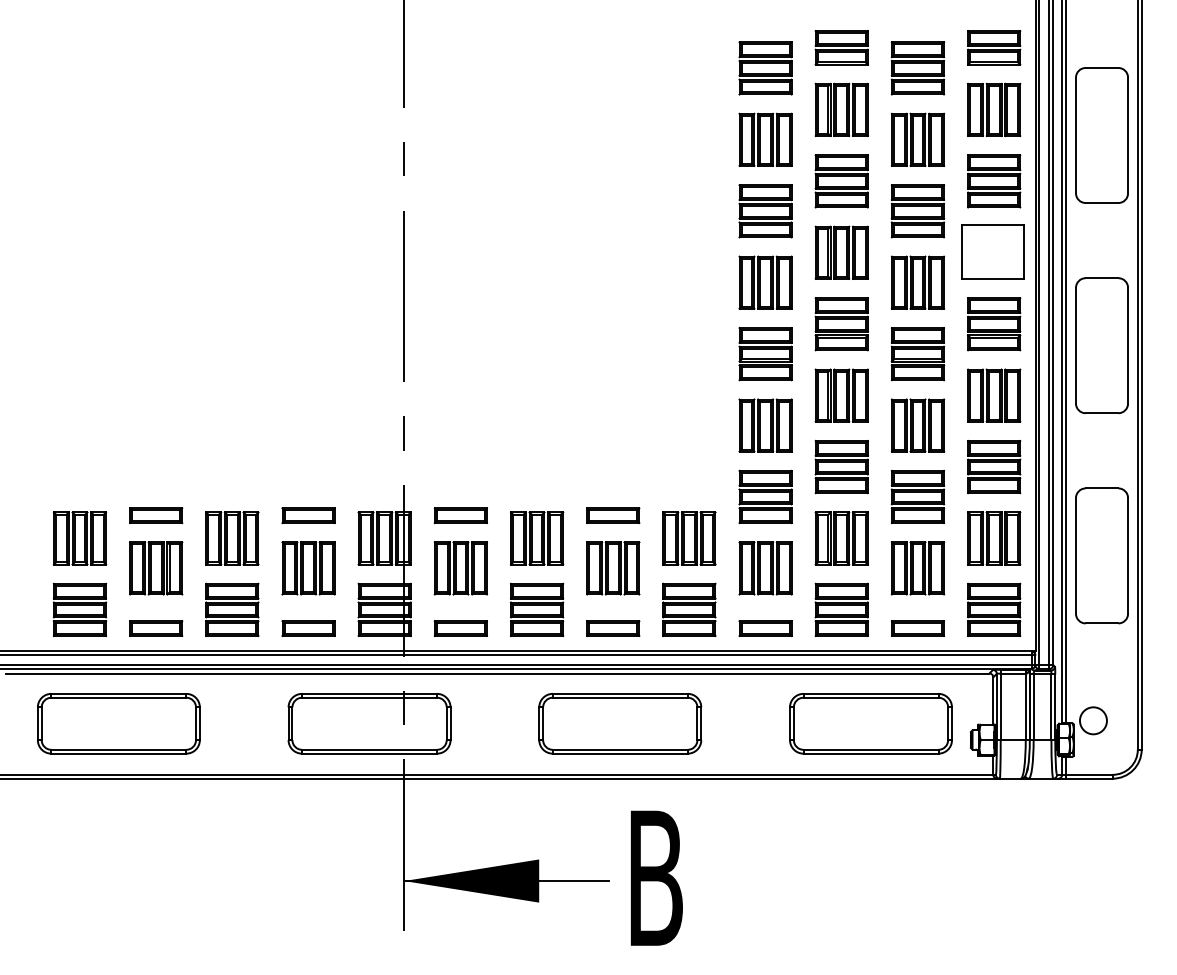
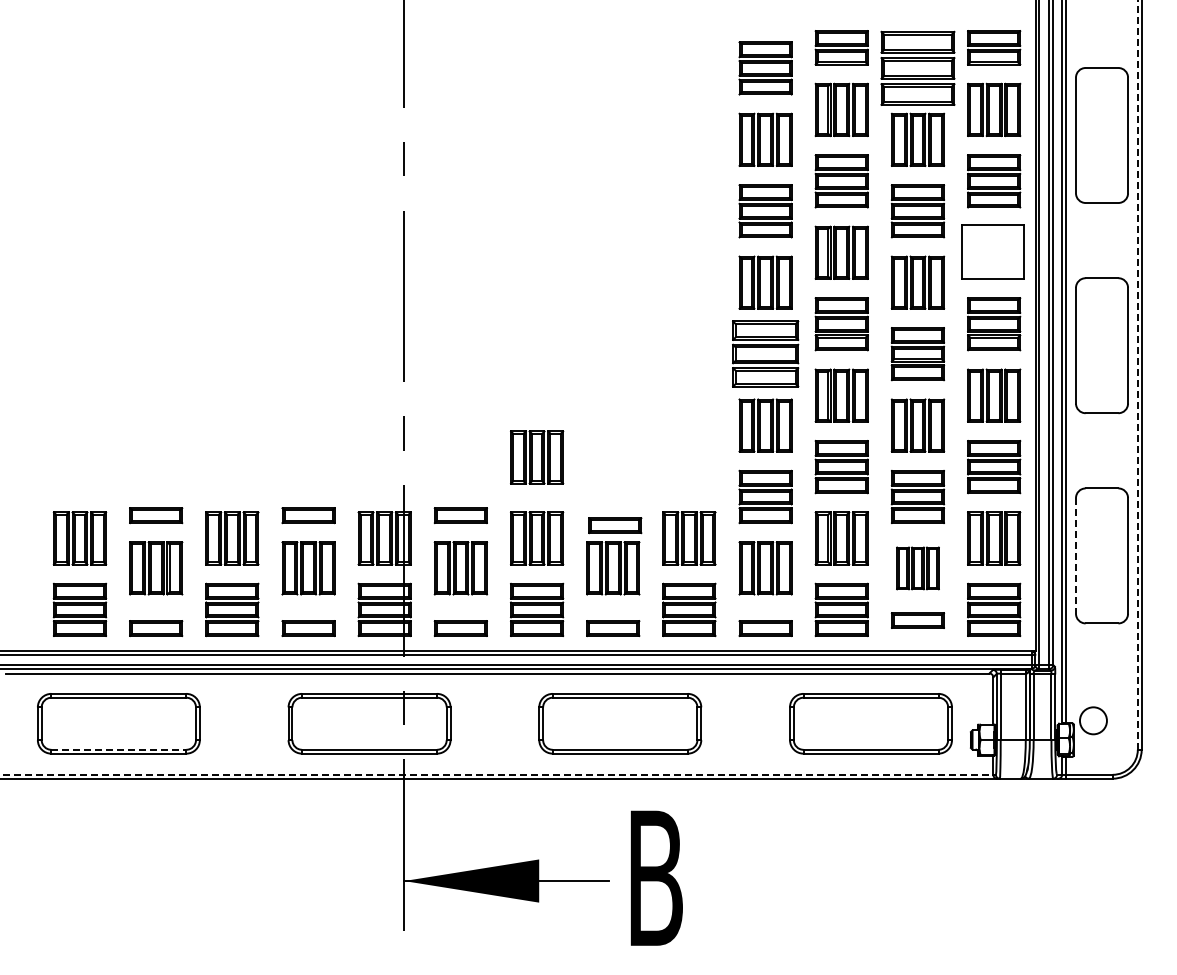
part at (917, 68) size: 56x55 px -> 76x76 px
part at (765, 354) size: 55x55 px -> 68x68 px
line at (1137, 374): solid -> dashed
part at (537, 457): none -> present
part at (613, 515) position: (613, 515) -> (615, 525)
line at (1075, 555): solid -> dashed
part at (917, 568) size: 56x55 px -> 44x45 px
part at (917, 628) position: (917, 628) -> (917, 620)
line at (118, 749): solid -> dashed
line at (497, 774): solid -> dashed
